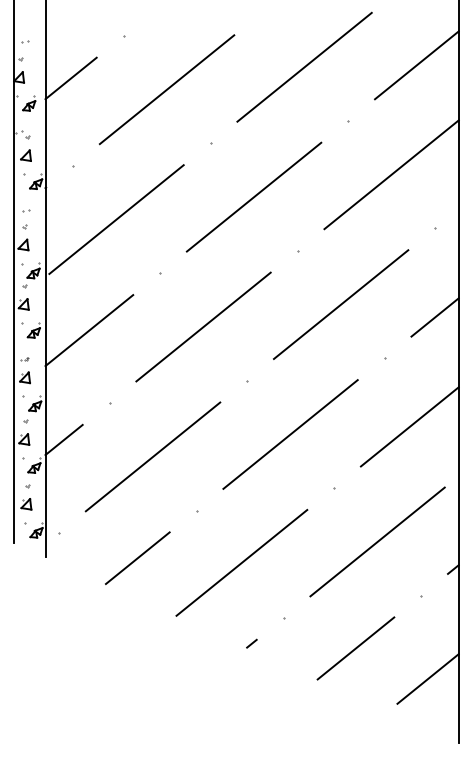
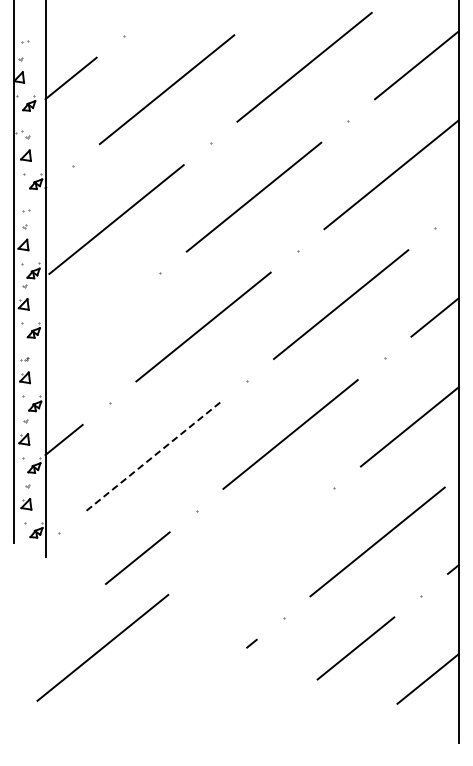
line at (89, 330): present -> none
line at (152, 457): solid -> dashed
line at (241, 562) position: (241, 562) -> (102, 647)
